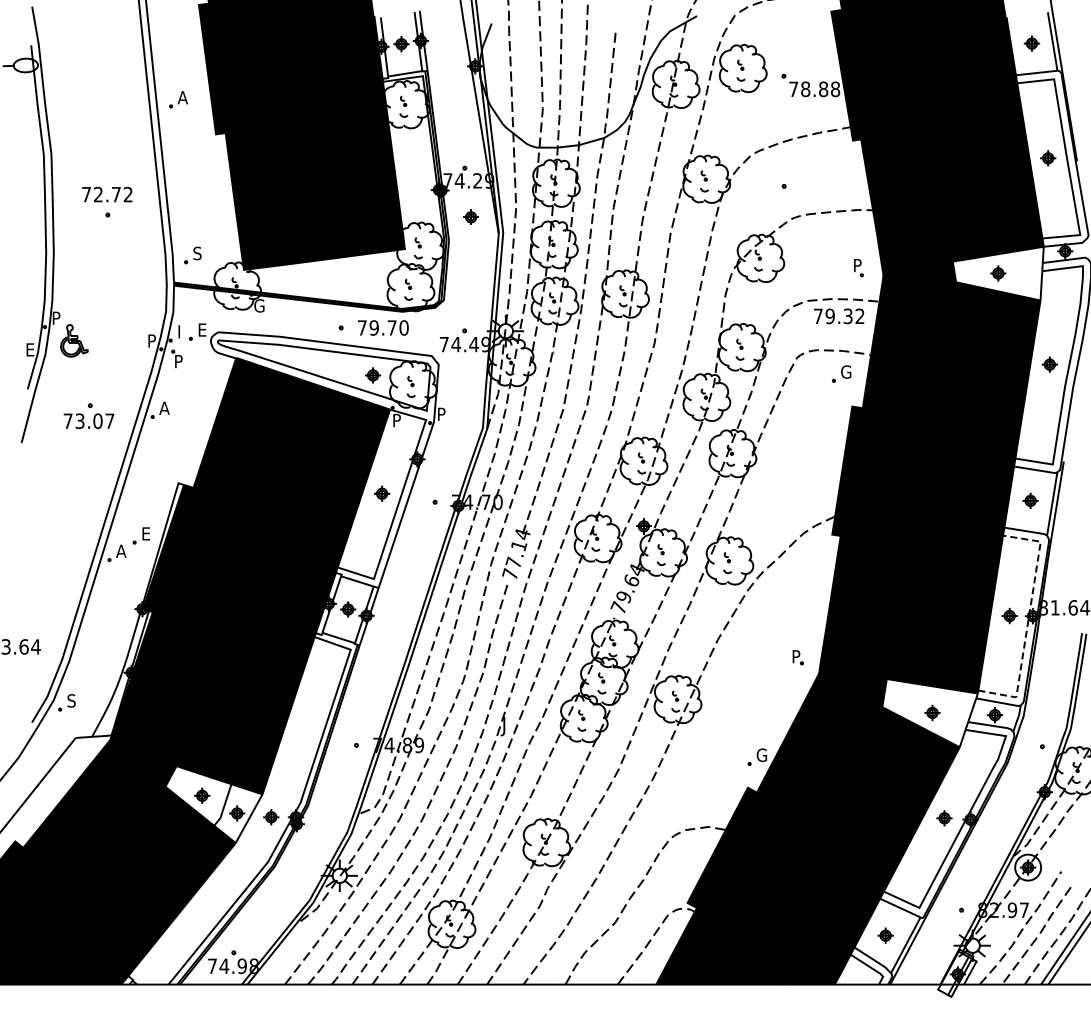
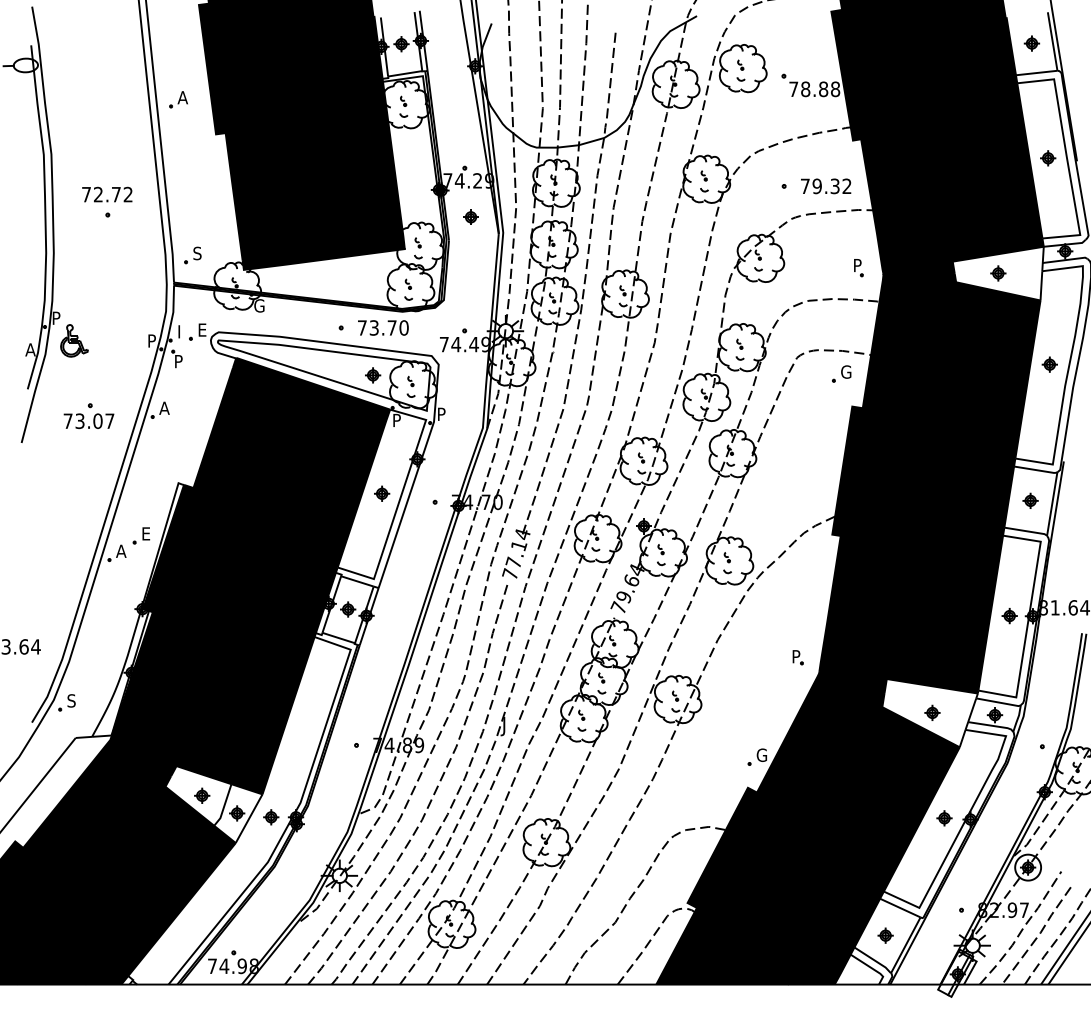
text at (839, 316) position: (839, 316) -> (826, 186)
text at (373, 327): 79.70 -> 73.70
text at (30, 349): E -> A
line at (1028, 619): dashed -> solid
